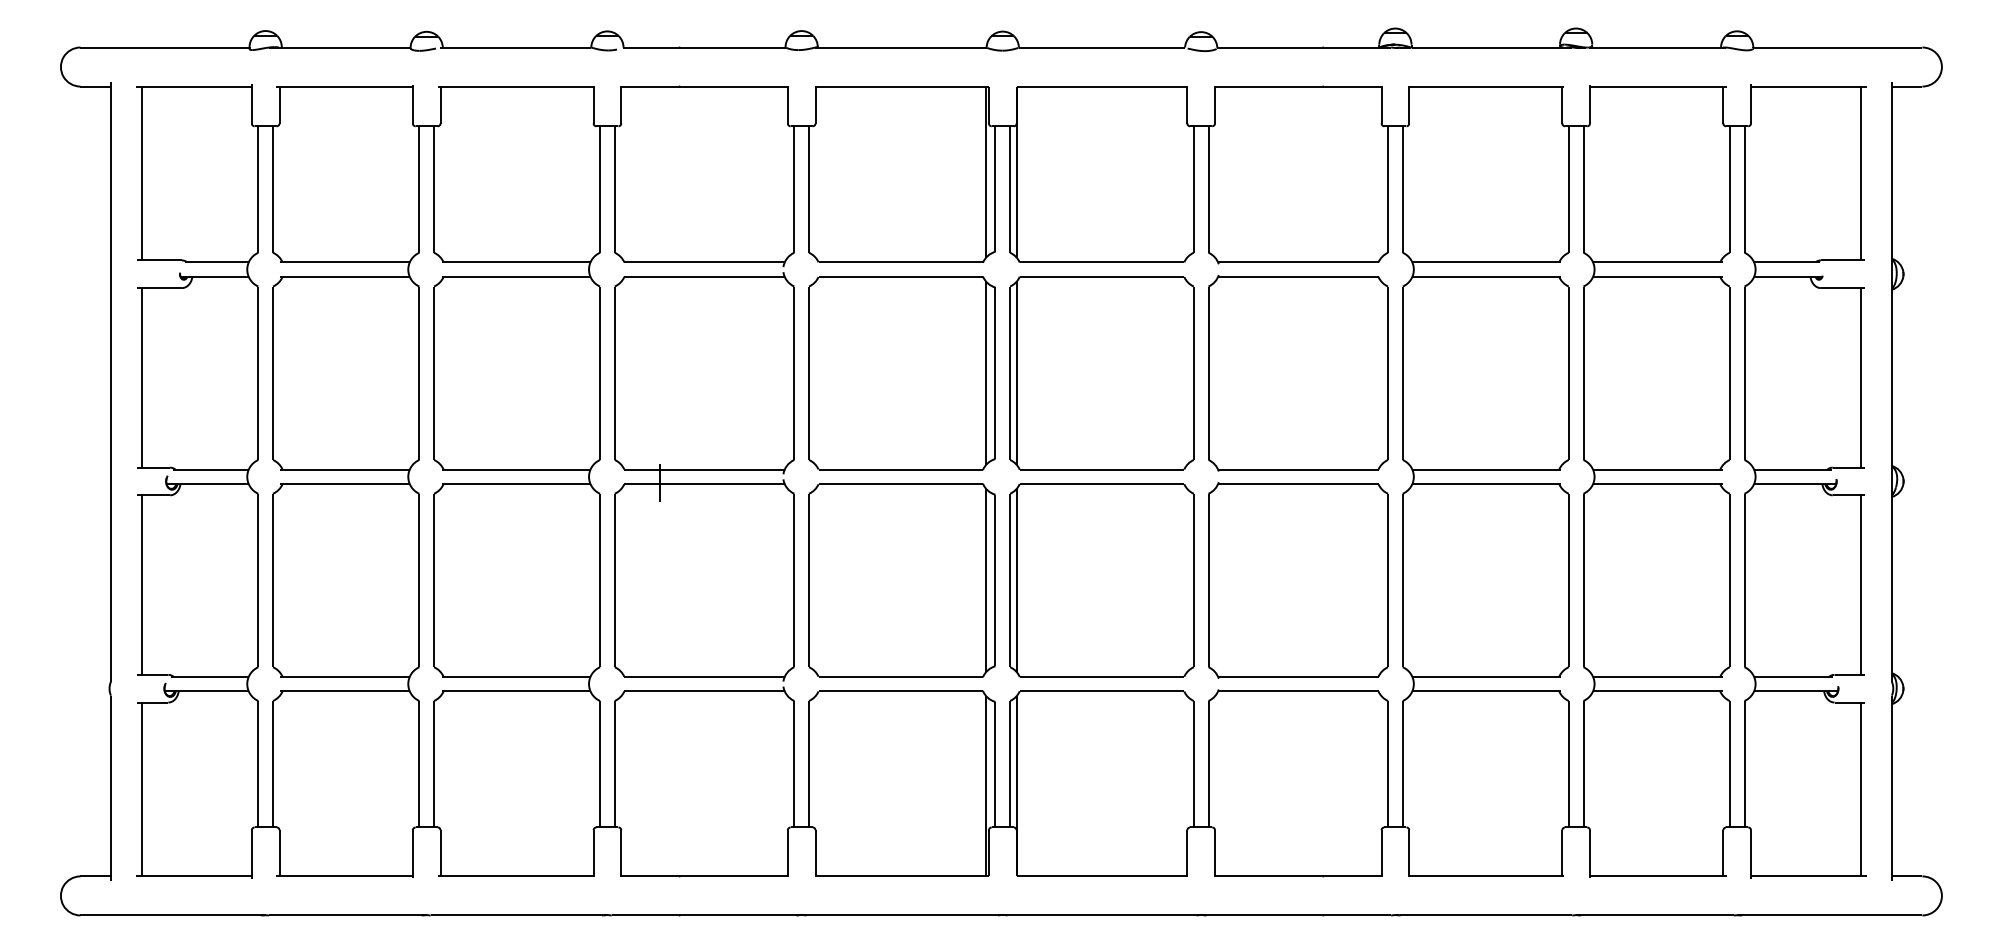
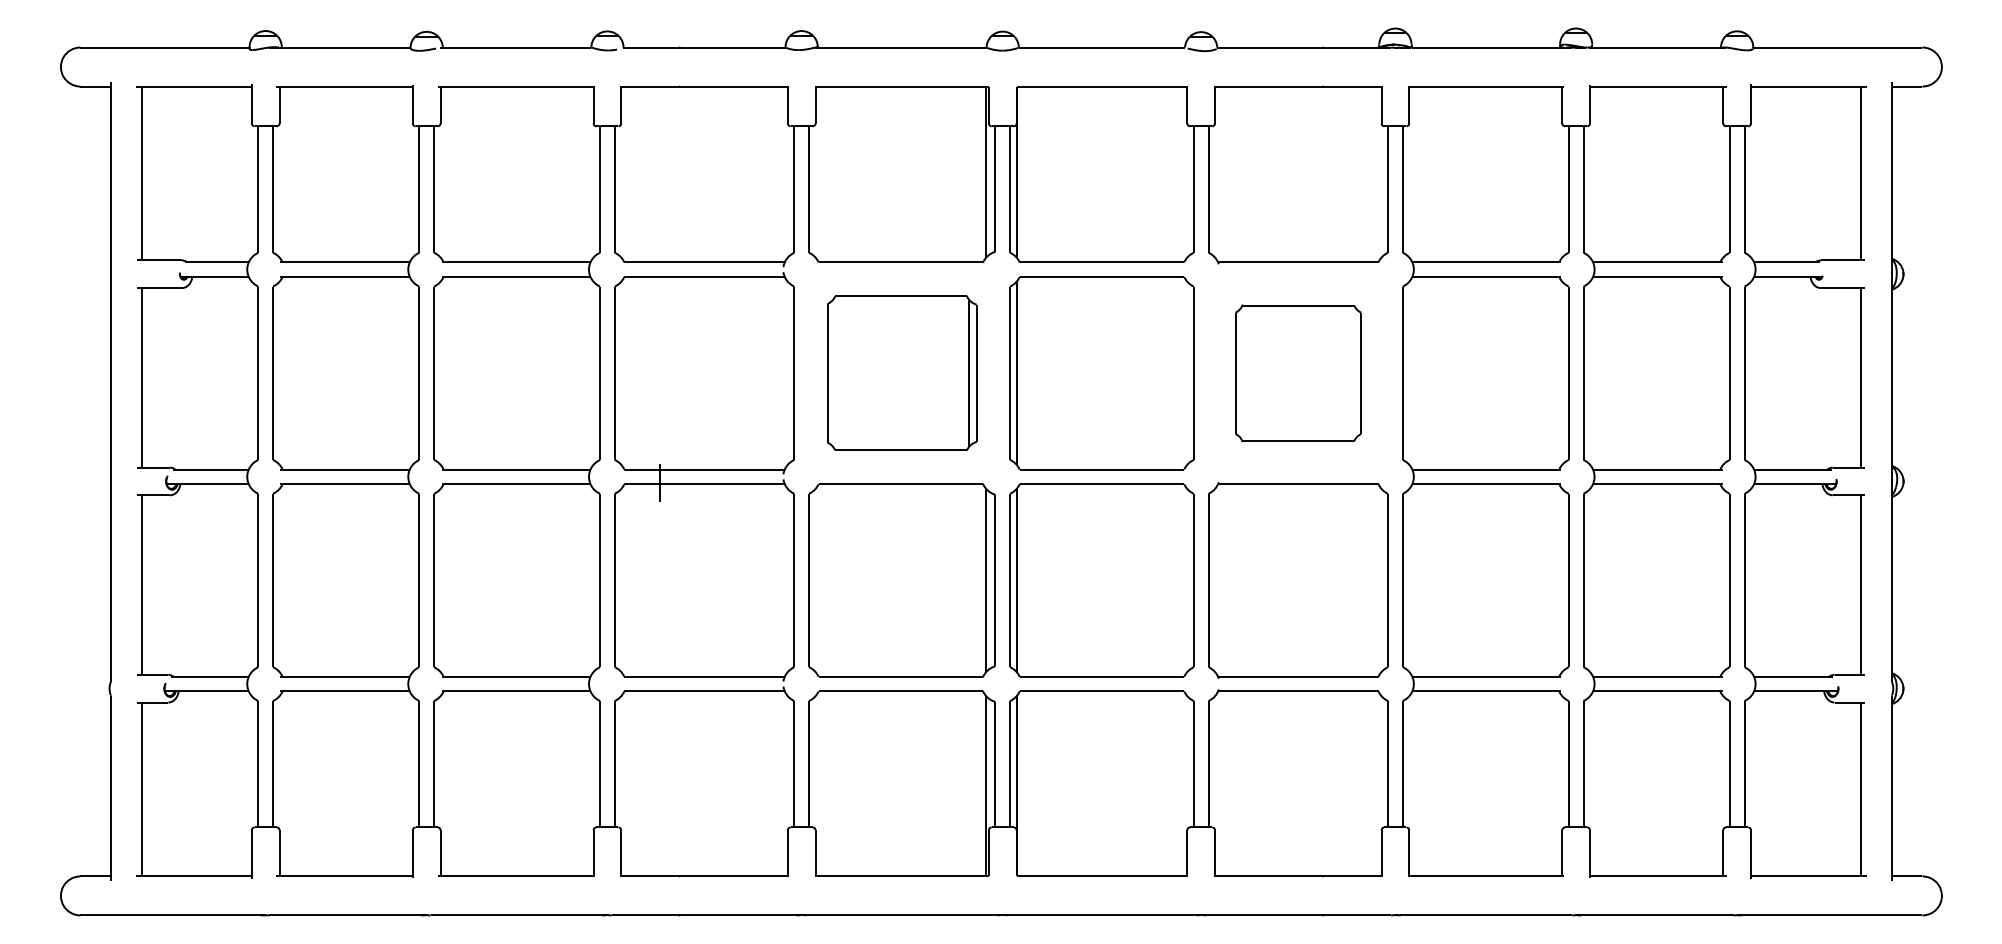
part at (901, 373) size: 188x195 px -> 151x156 px
part at (1298, 373) size: 181x197 px -> 127x139 px
